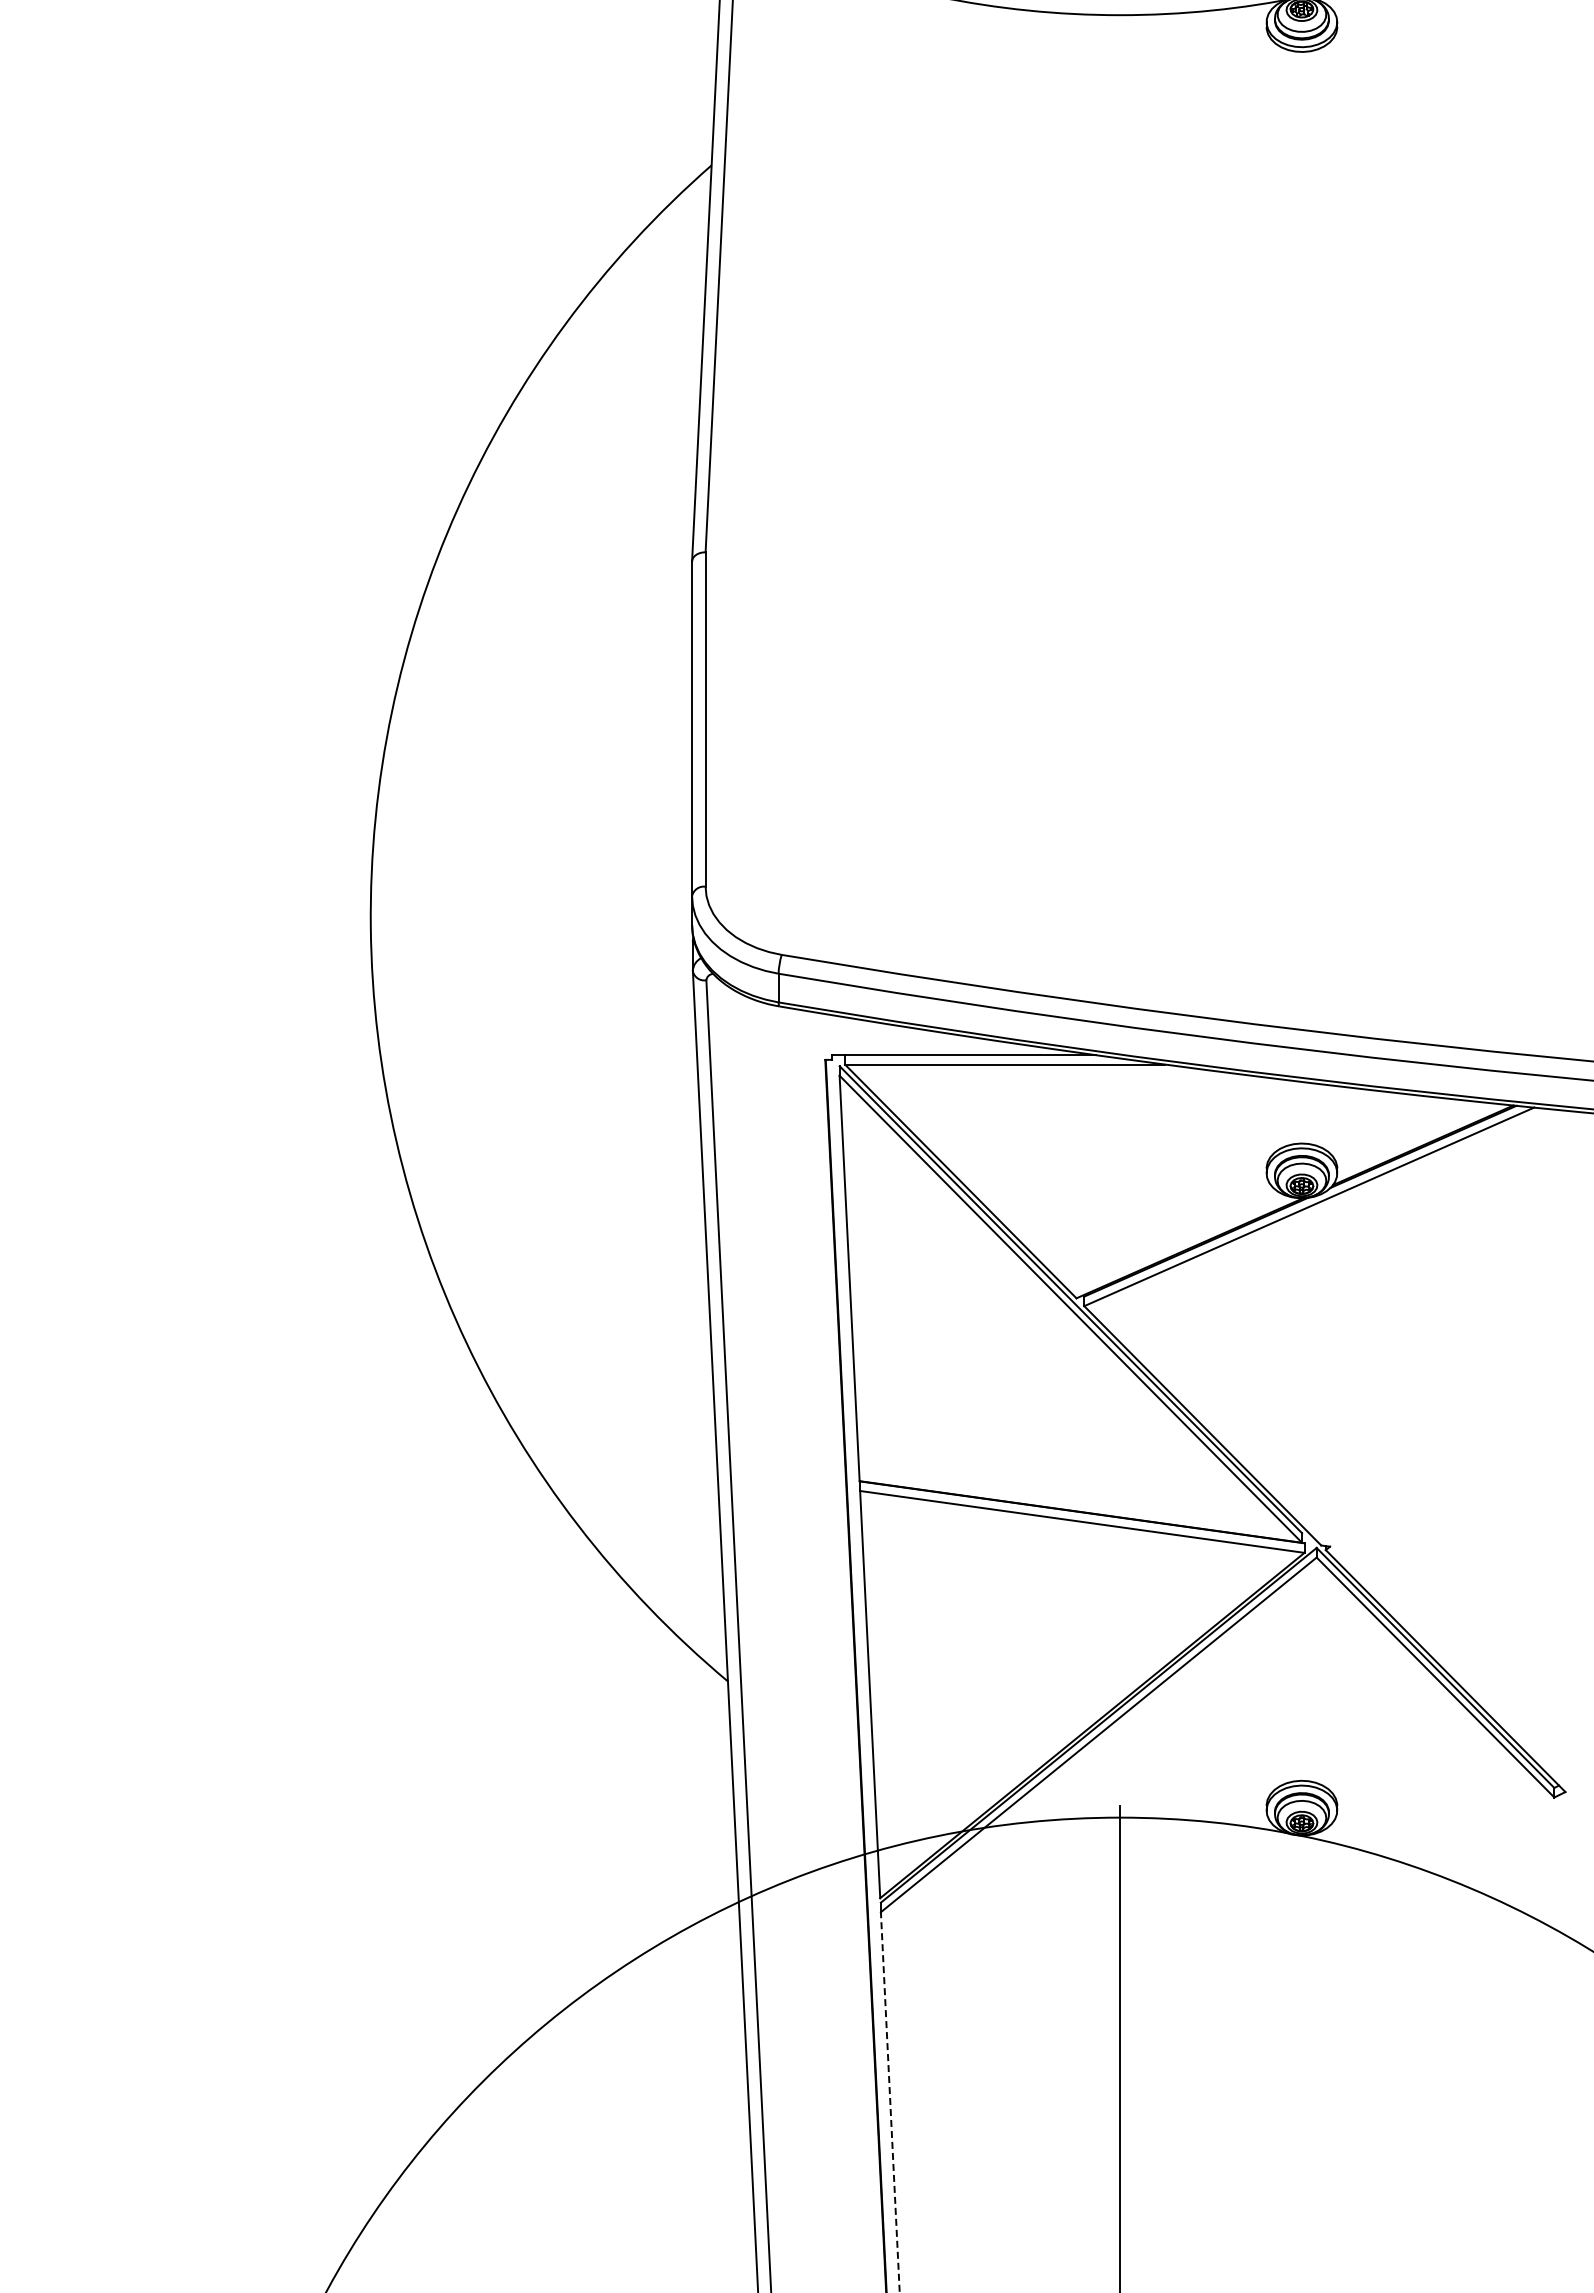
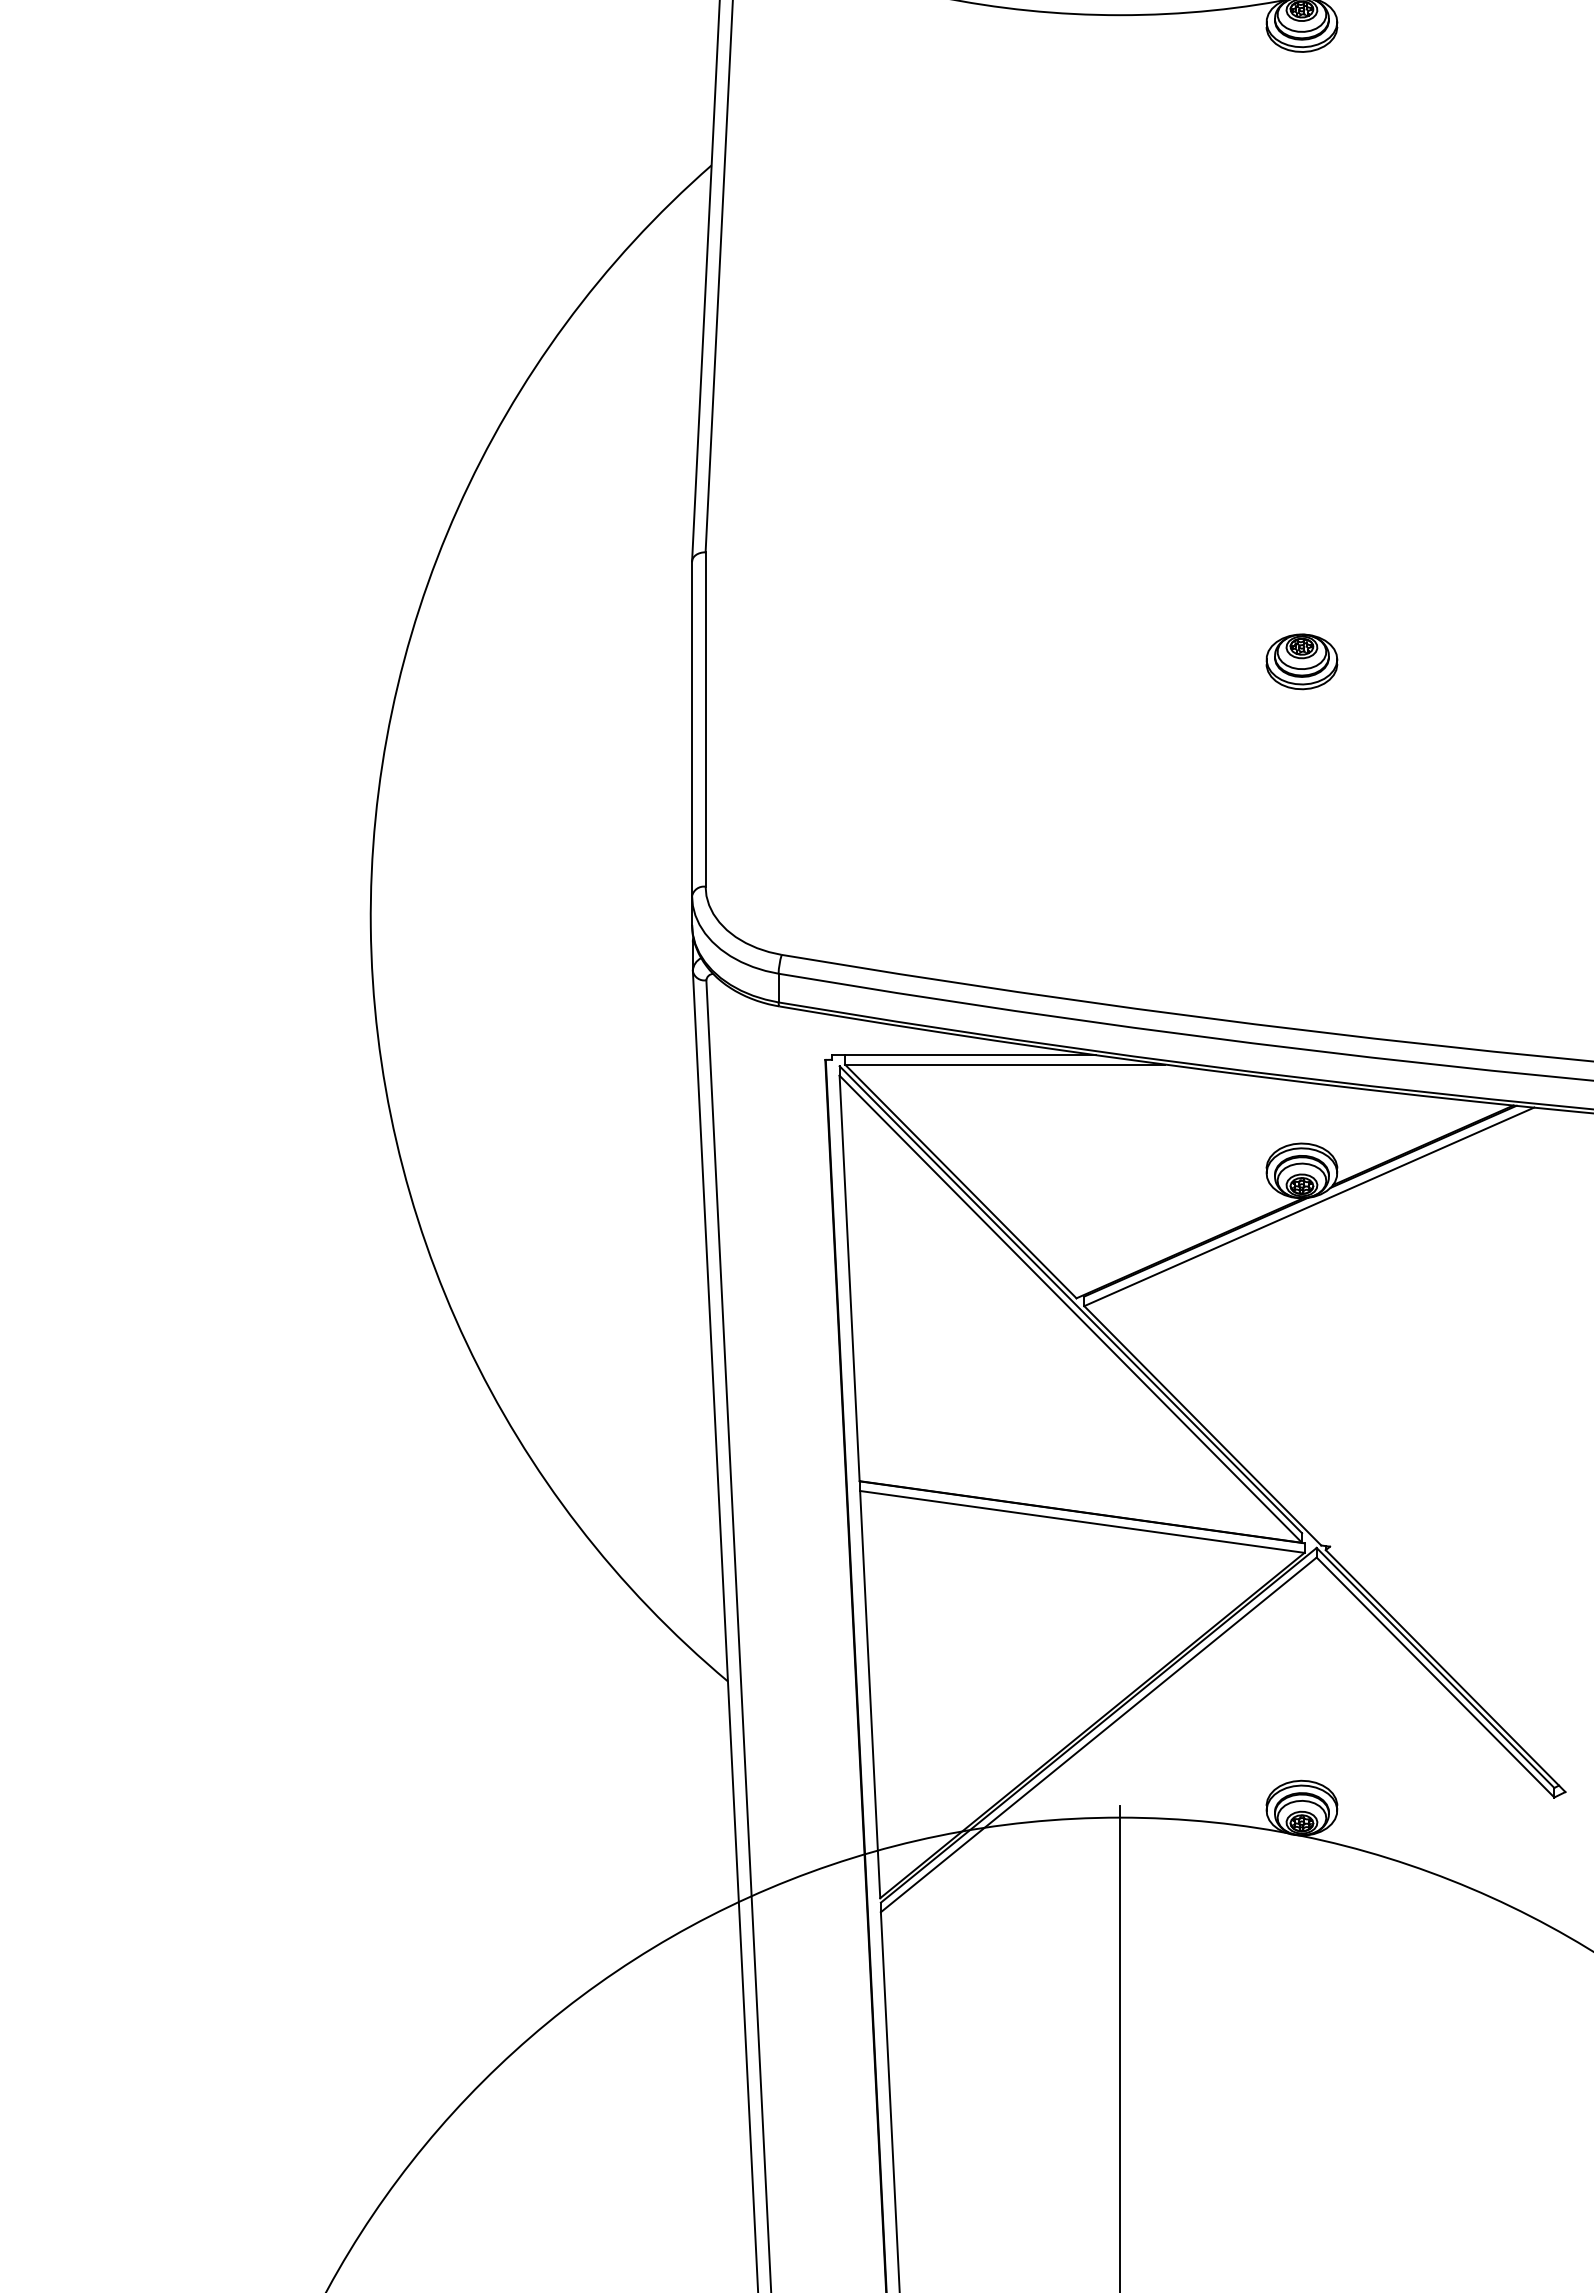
part at (1301, 661): none -> present
line at (890, 2102): dashed -> solid
